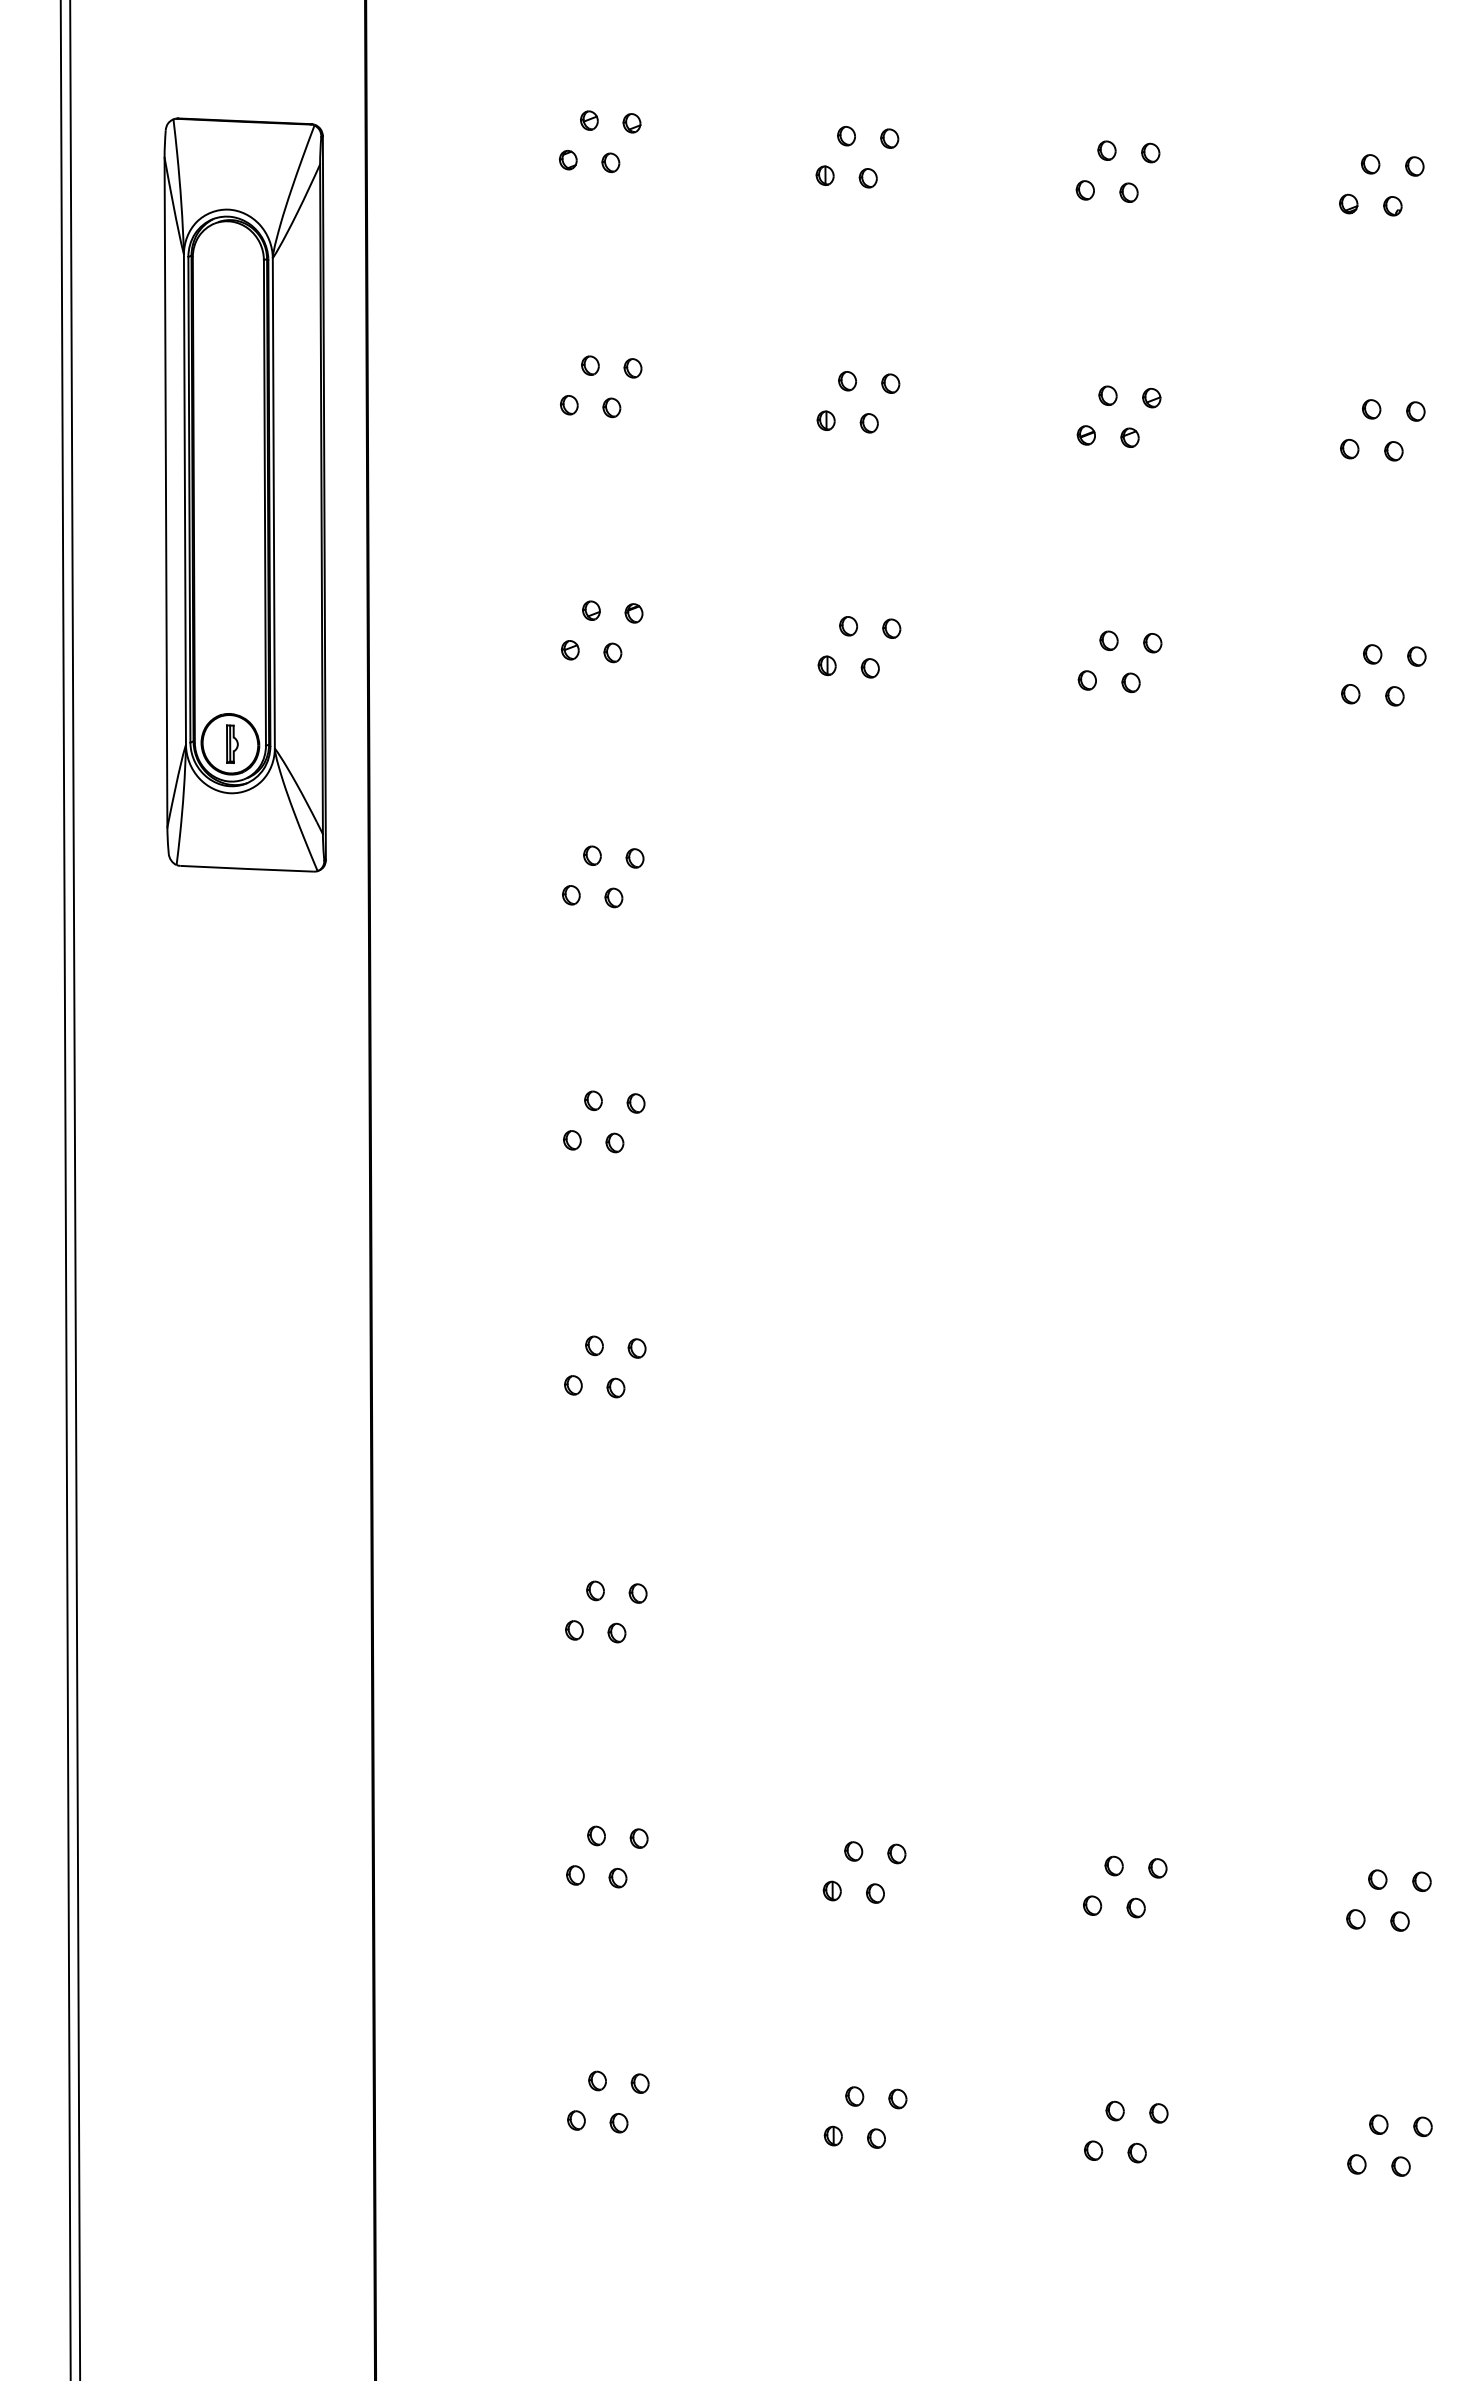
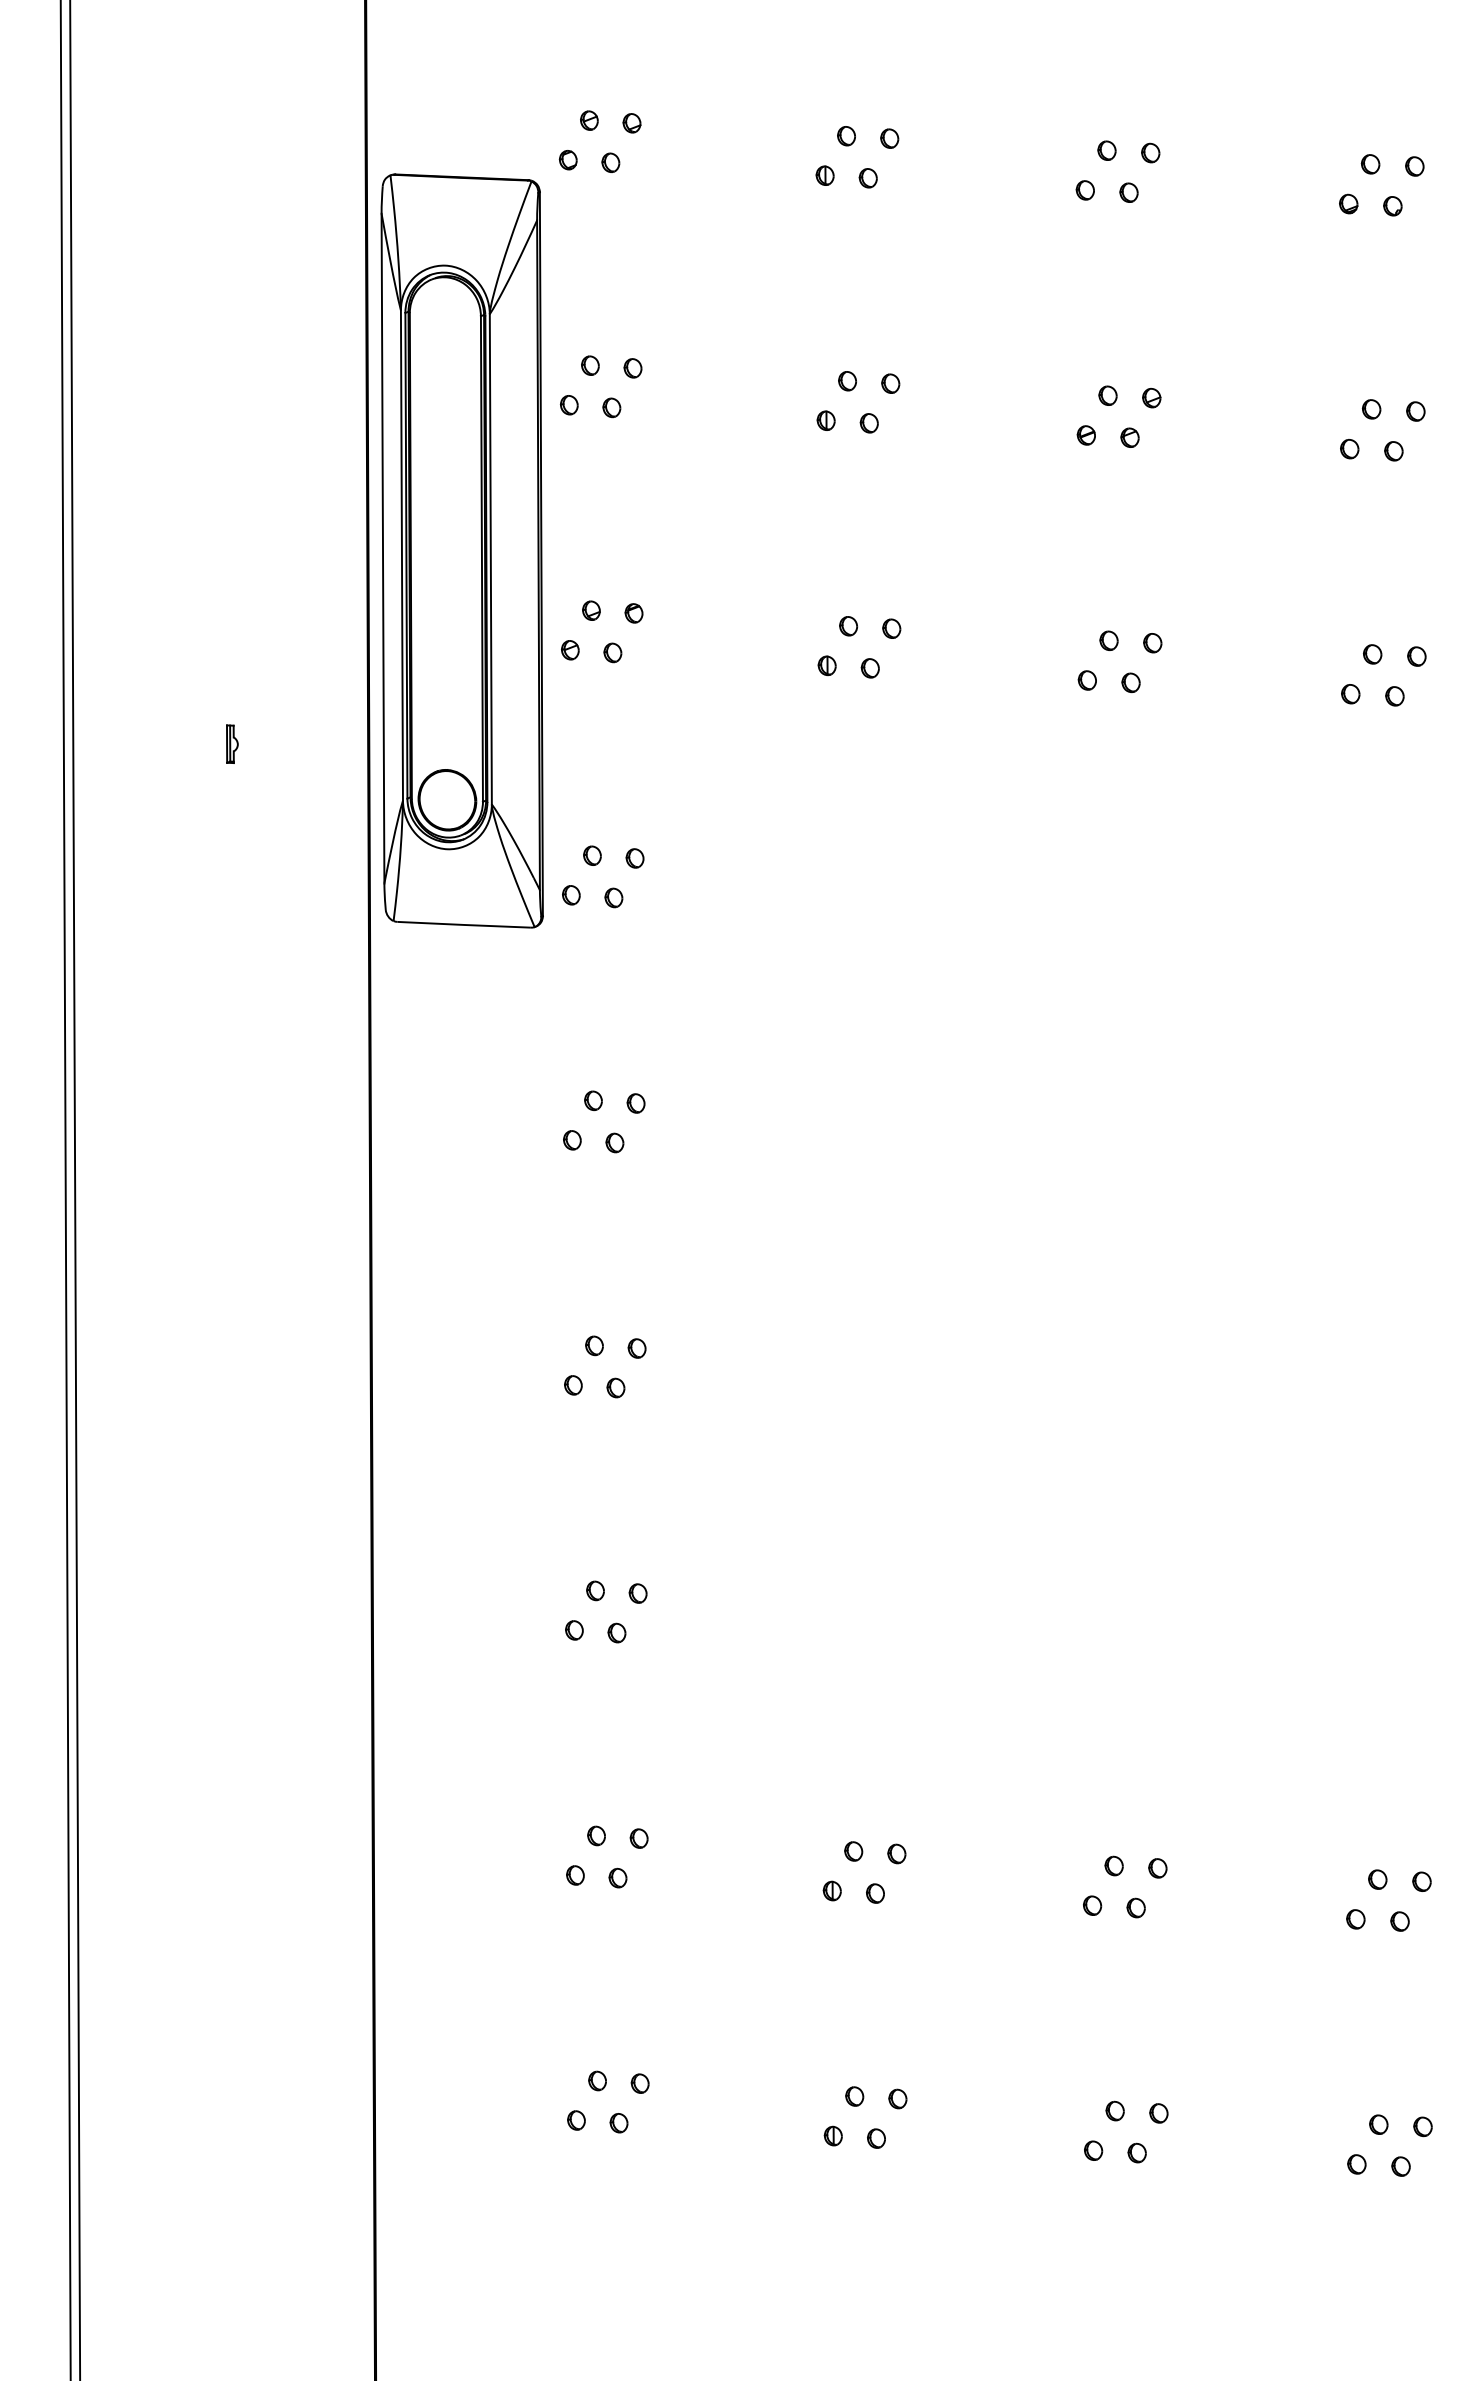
part at (244, 494) position: (244, 494) -> (461, 550)
